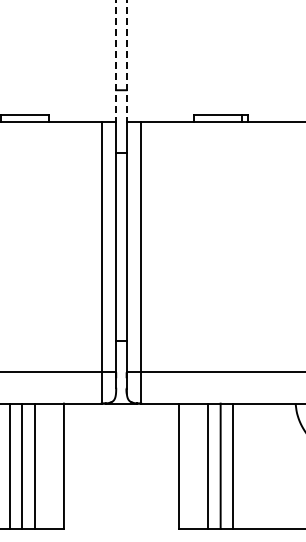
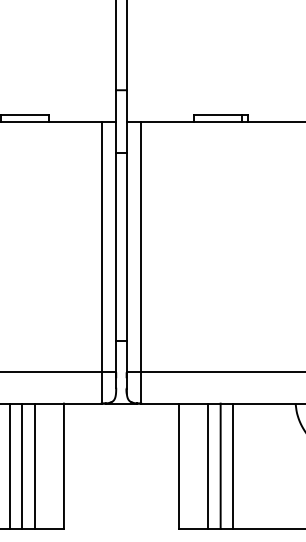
line at (116, 60): dashed -> solid
line at (126, 60): dashed -> solid
